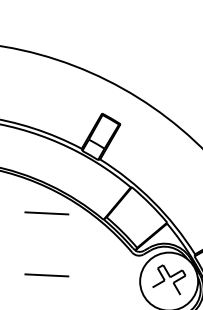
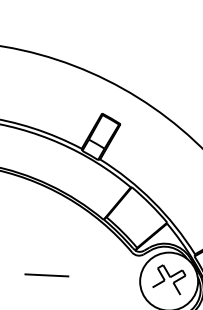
line at (46, 213): present -> none
